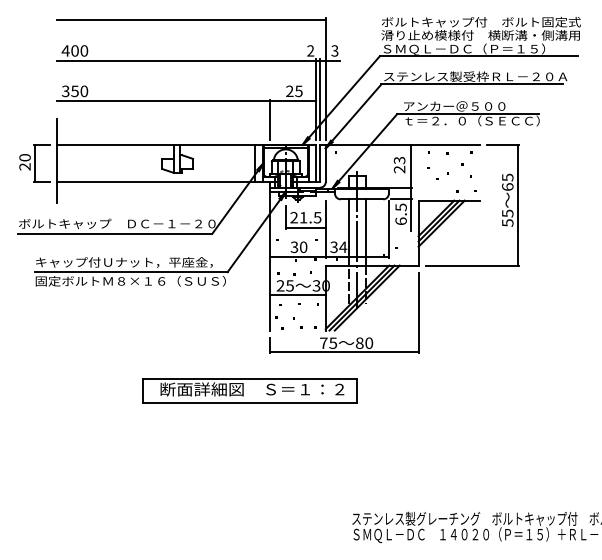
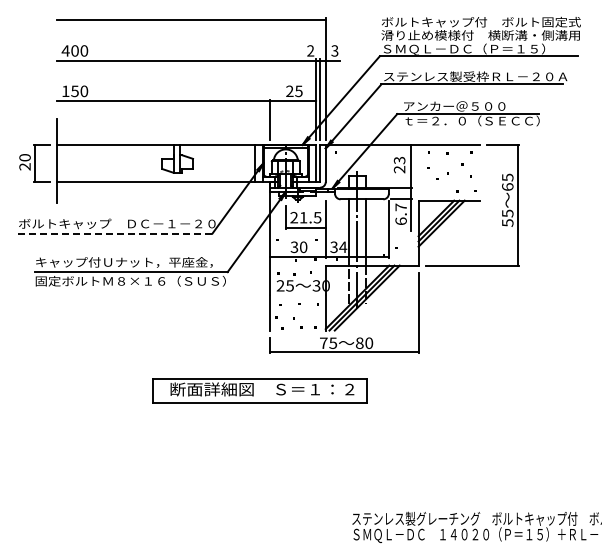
text at (65, 91): 350 -> 150
text at (400, 207): 6.5 -> 6.7
line at (114, 233): solid -> dashed
line at (297, 295): present -> none
part at (249, 390) position: (249, 390) -> (259, 390)
